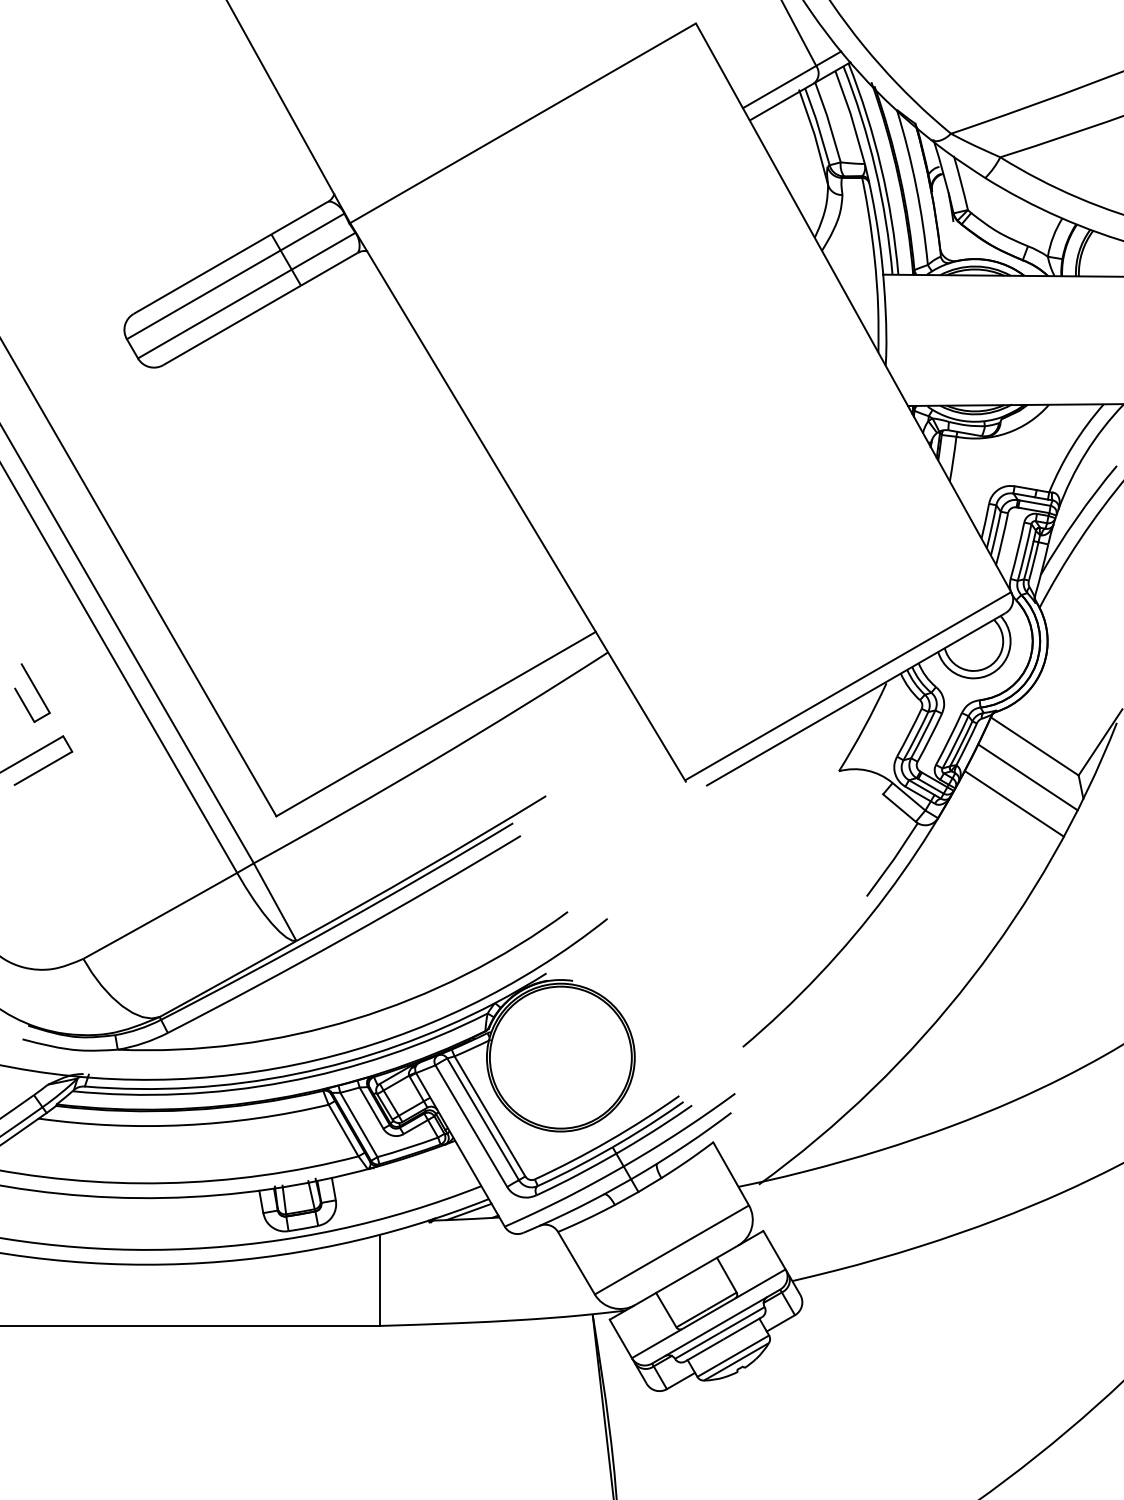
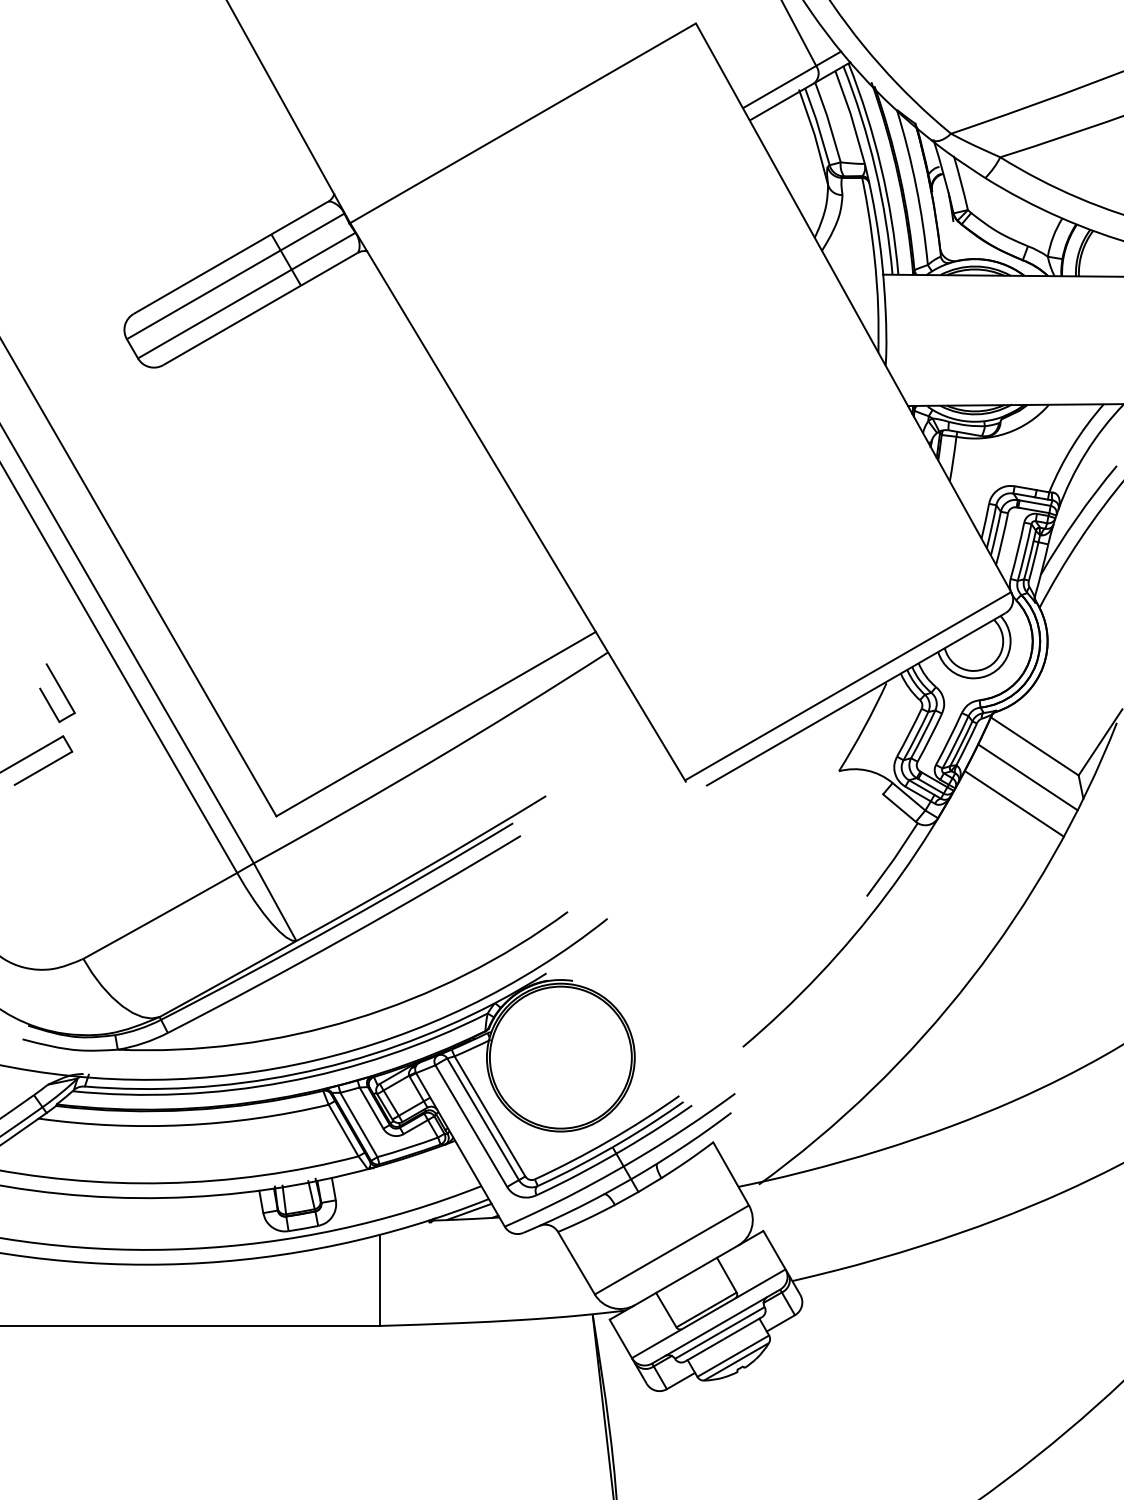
part at (32, 692) position: (32, 692) -> (57, 692)
